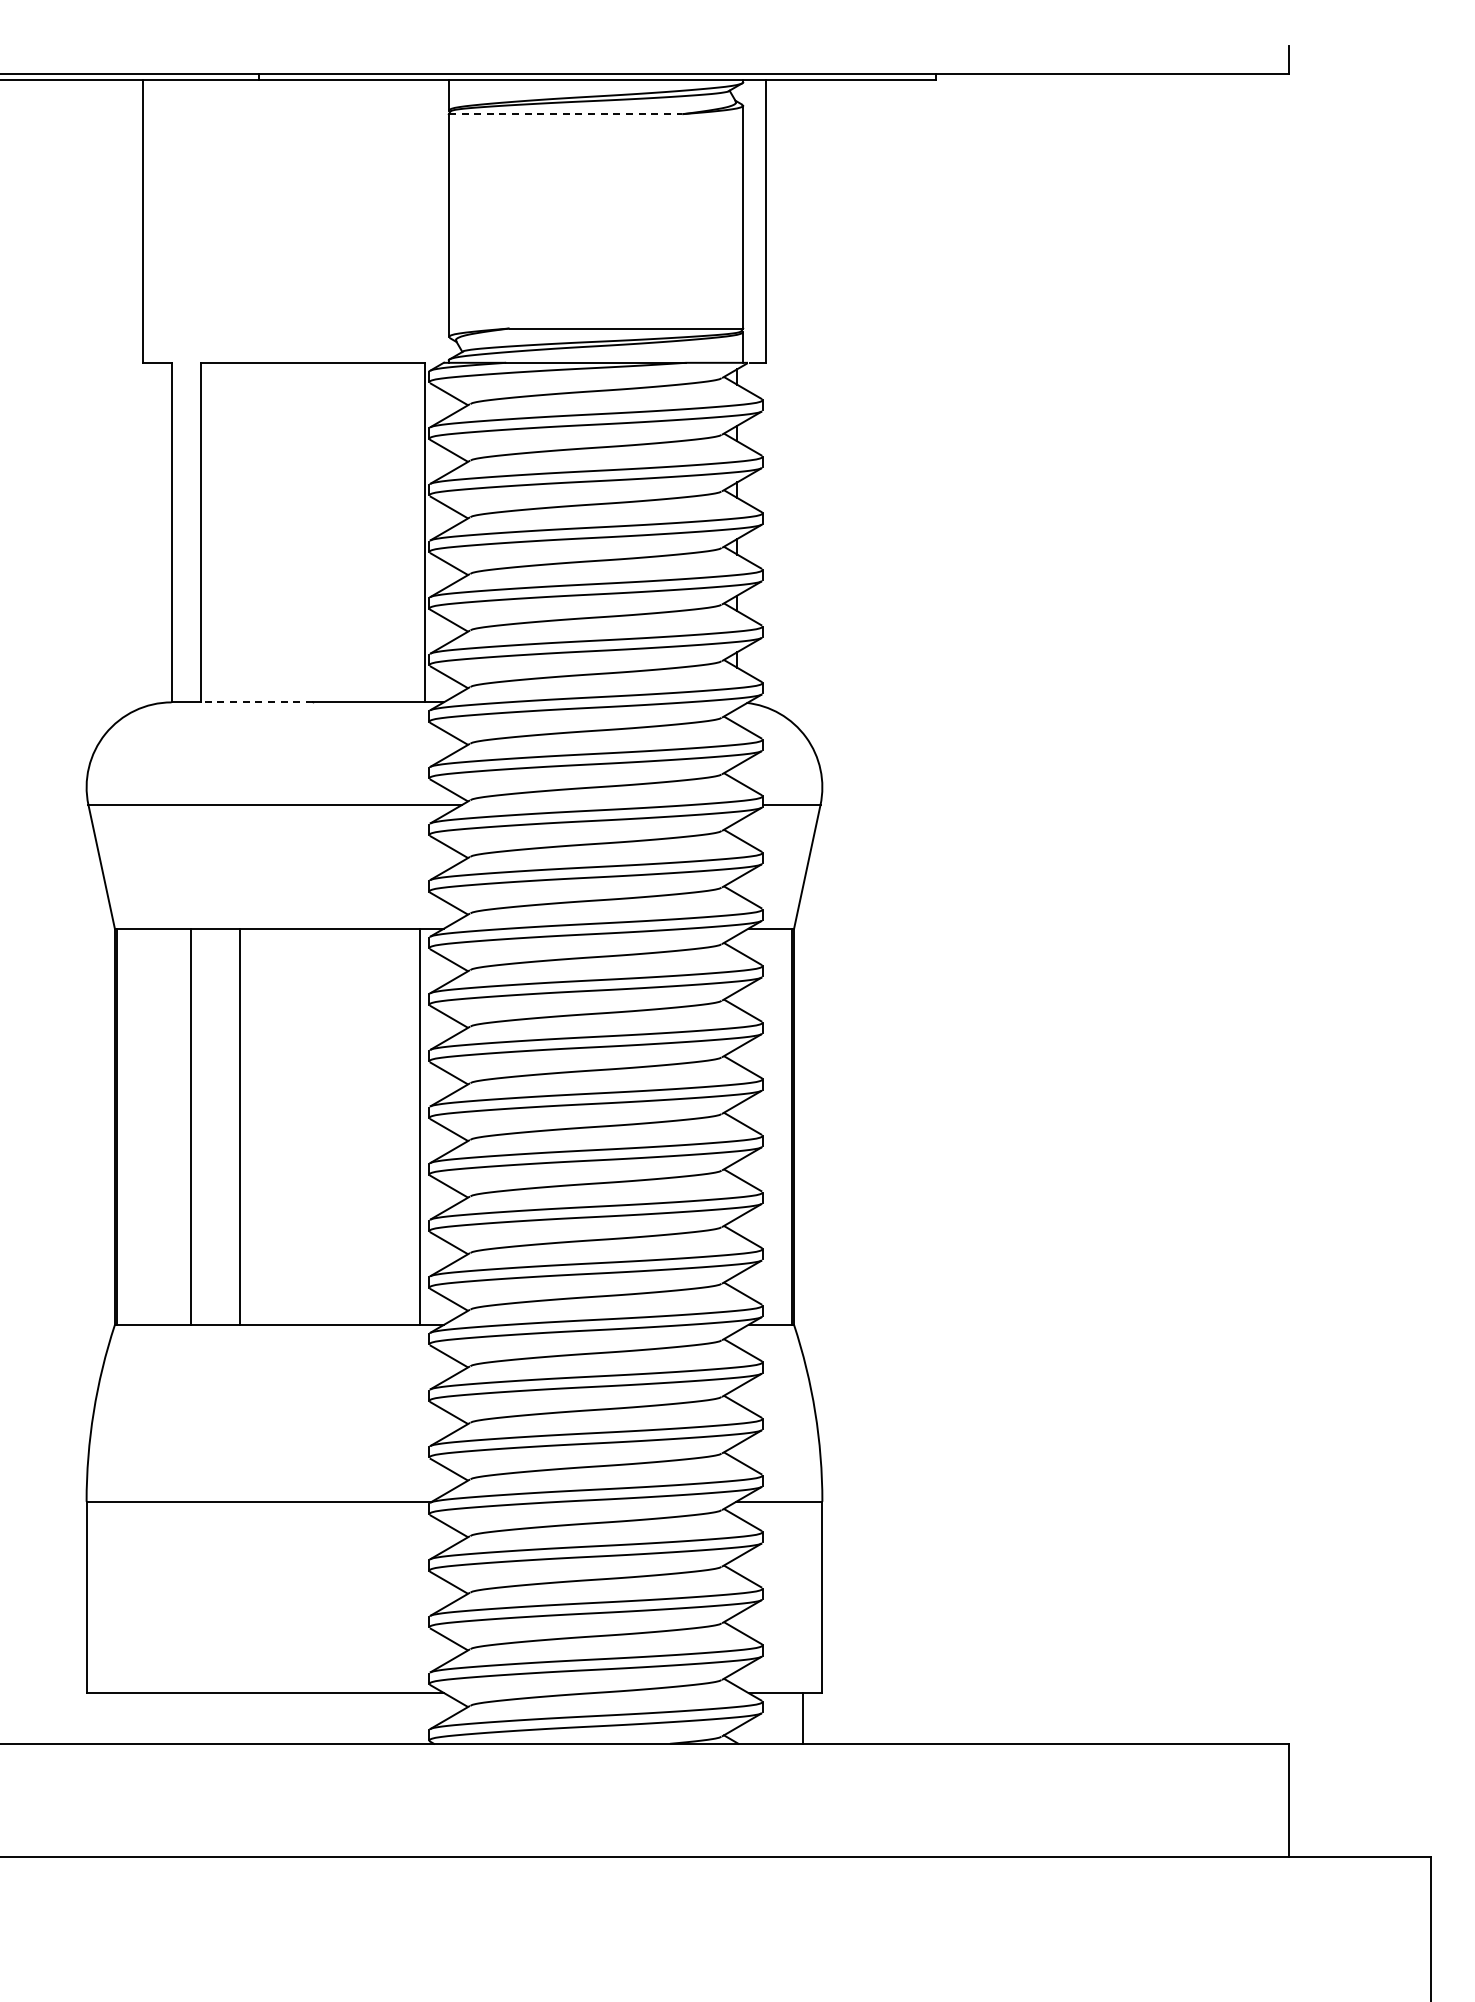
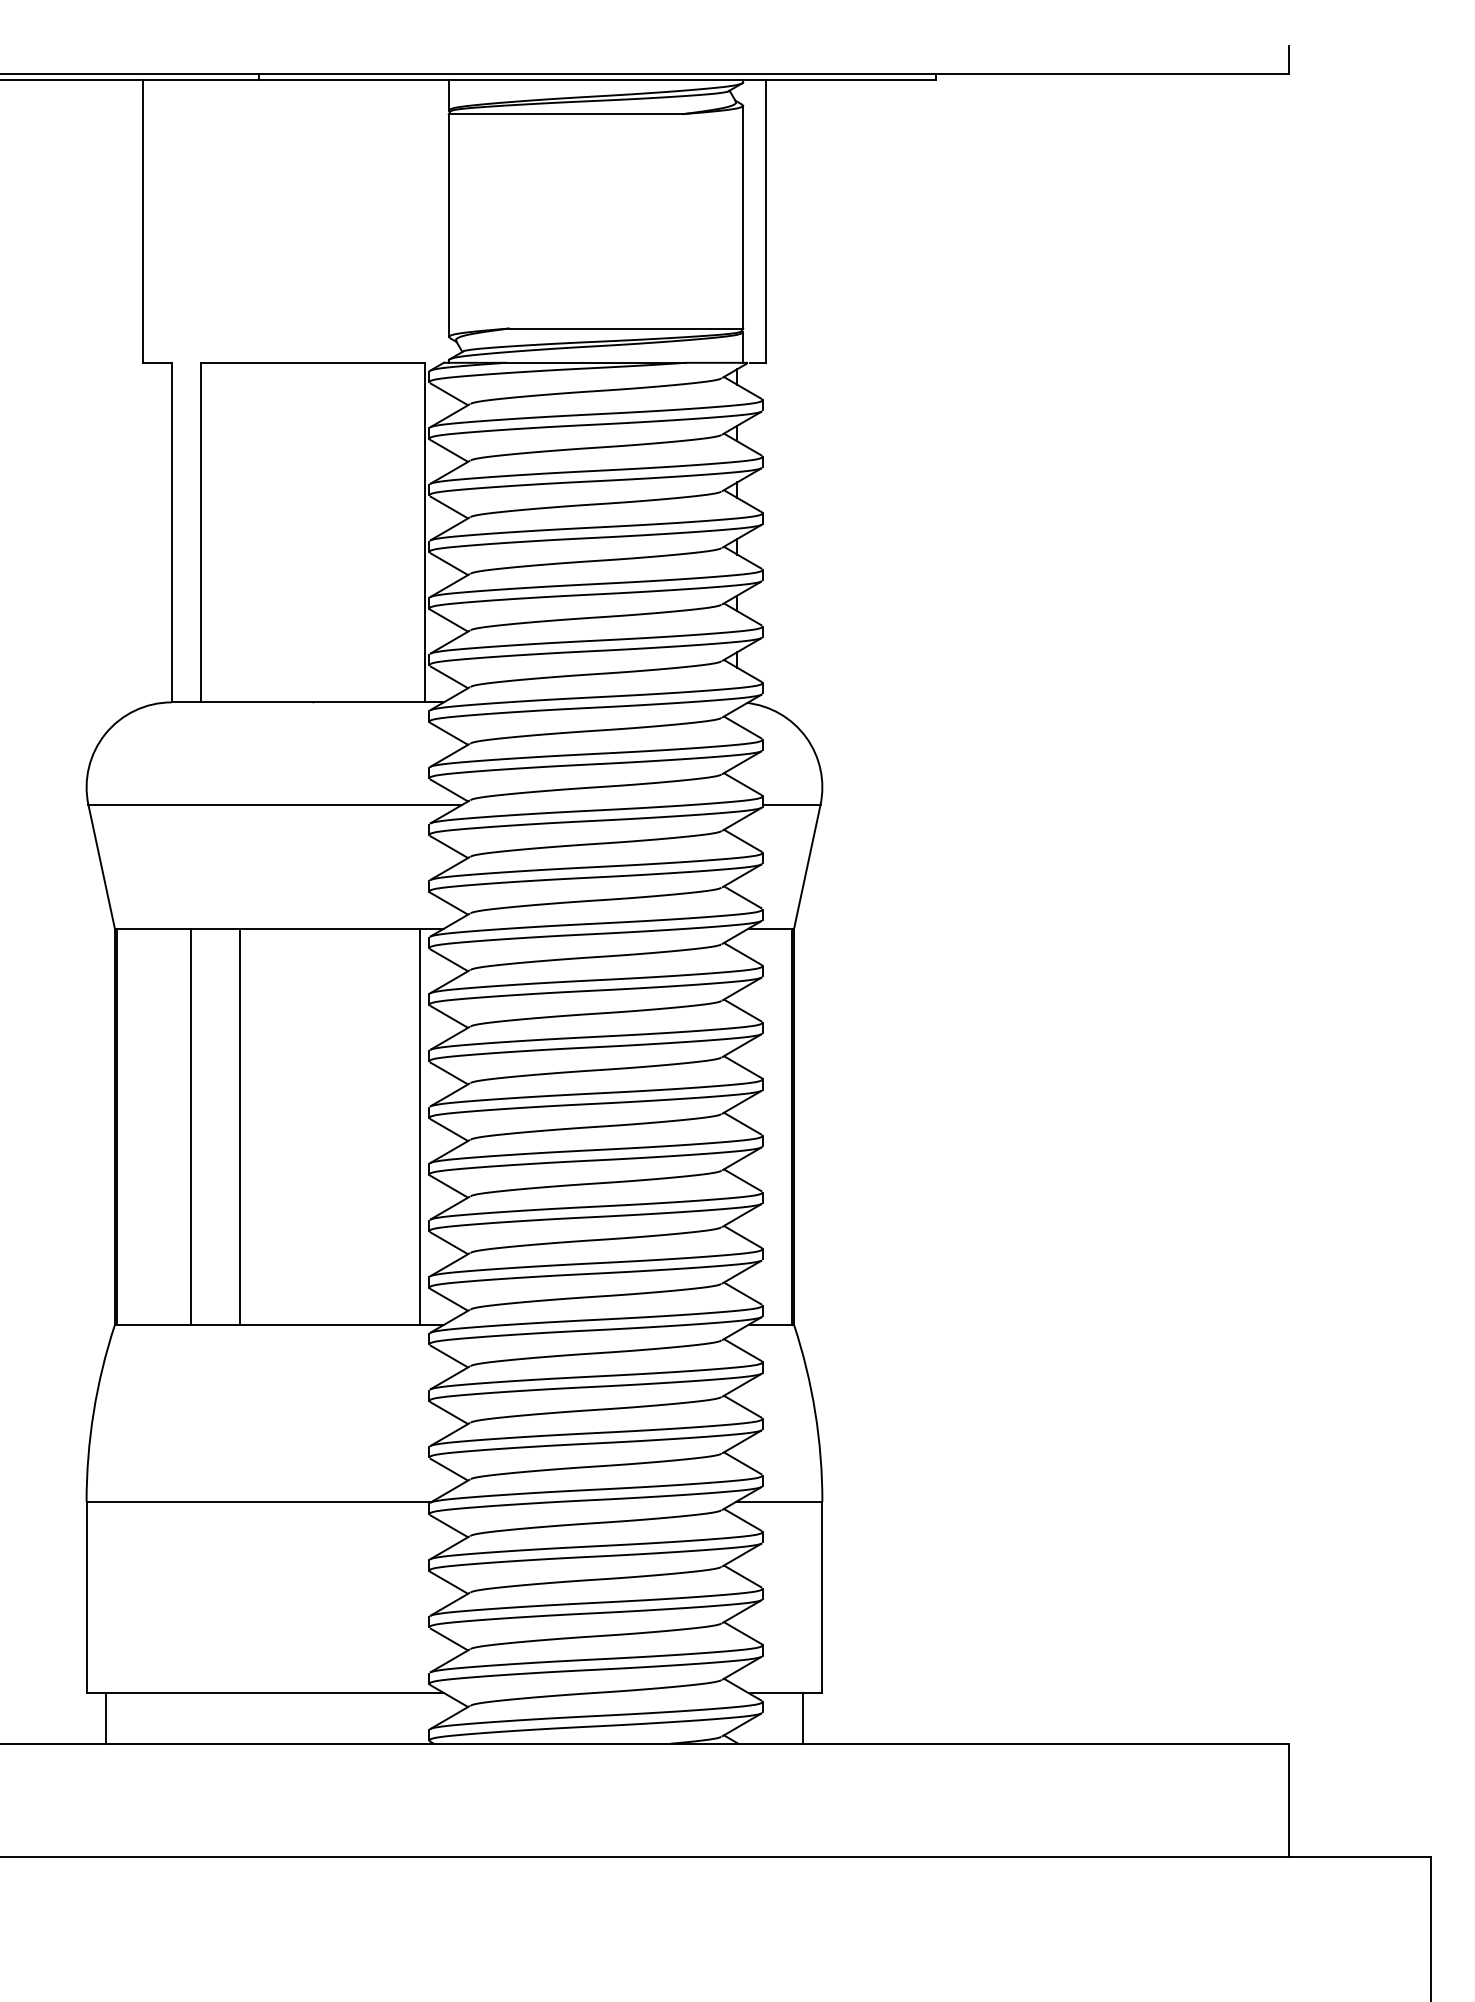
line at (565, 114): dashed -> solid
line at (256, 702): dashed -> solid
line at (106, 1717): none -> present
